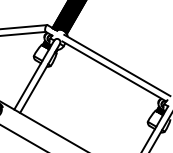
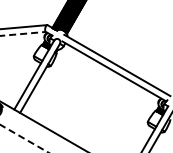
line at (23, 33): solid -> dashed
line at (24, 138): solid -> dashed
